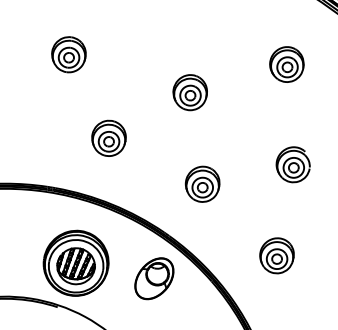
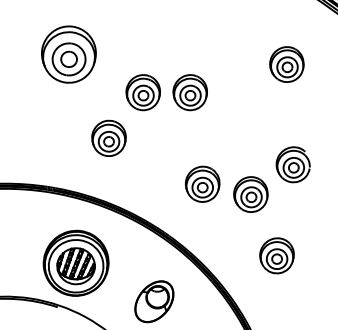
part at (68, 54) size: 36x38 px -> 56x59 px
part at (142, 92): none -> present
part at (250, 194): none -> present
part at (154, 278) position: (154, 278) -> (154, 301)
